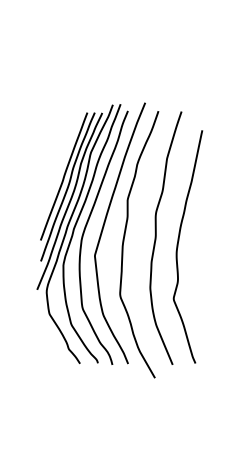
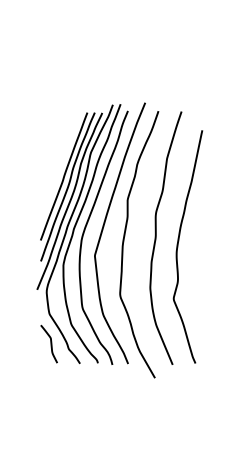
curve at (50, 343): none -> present
